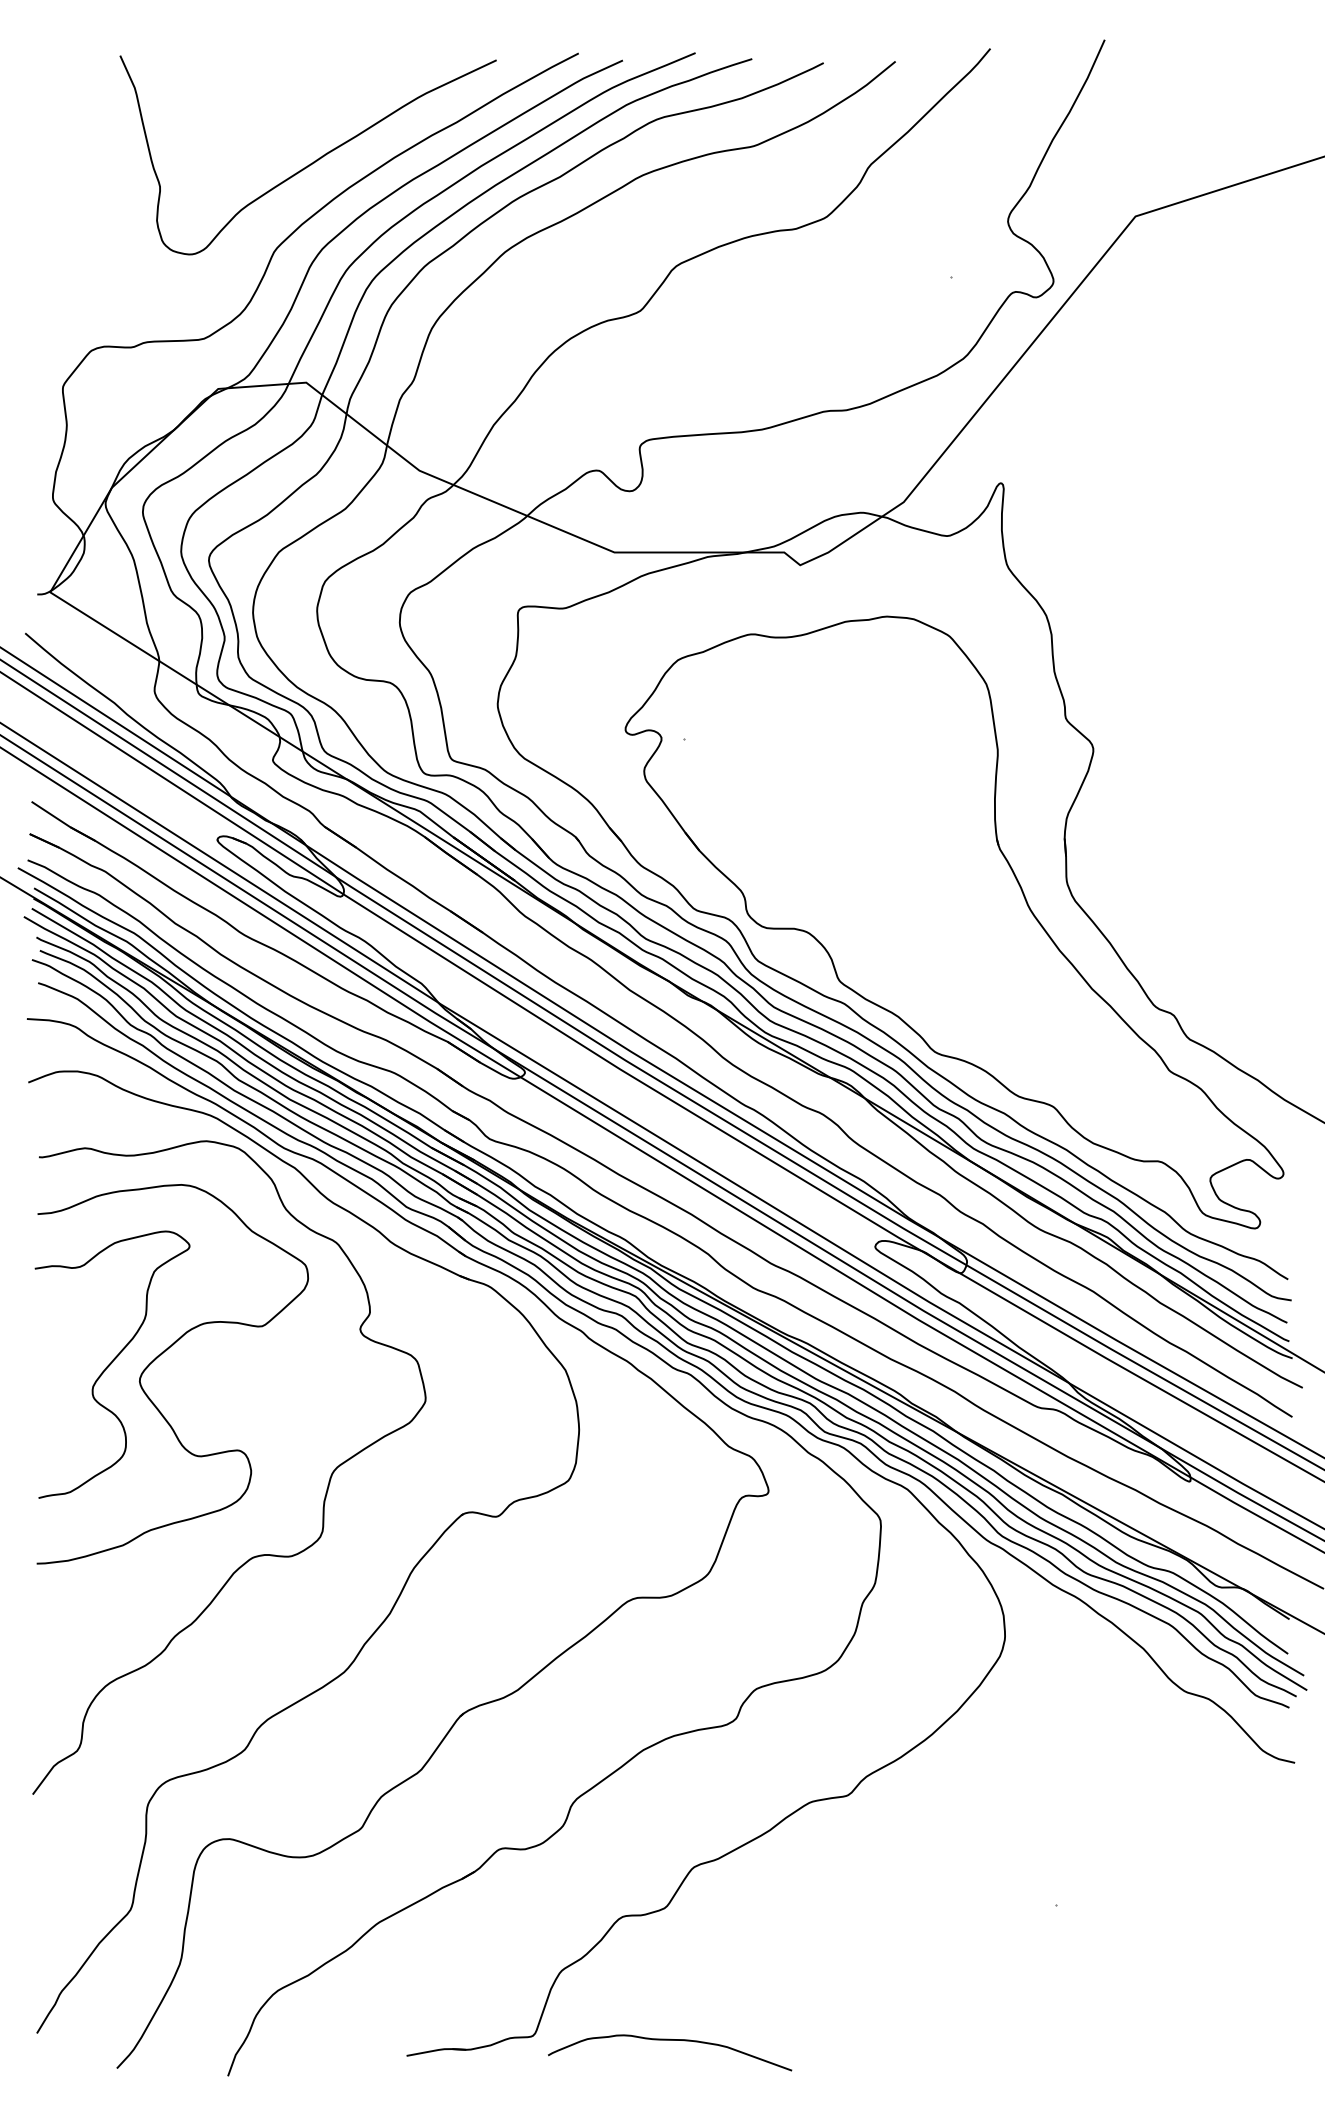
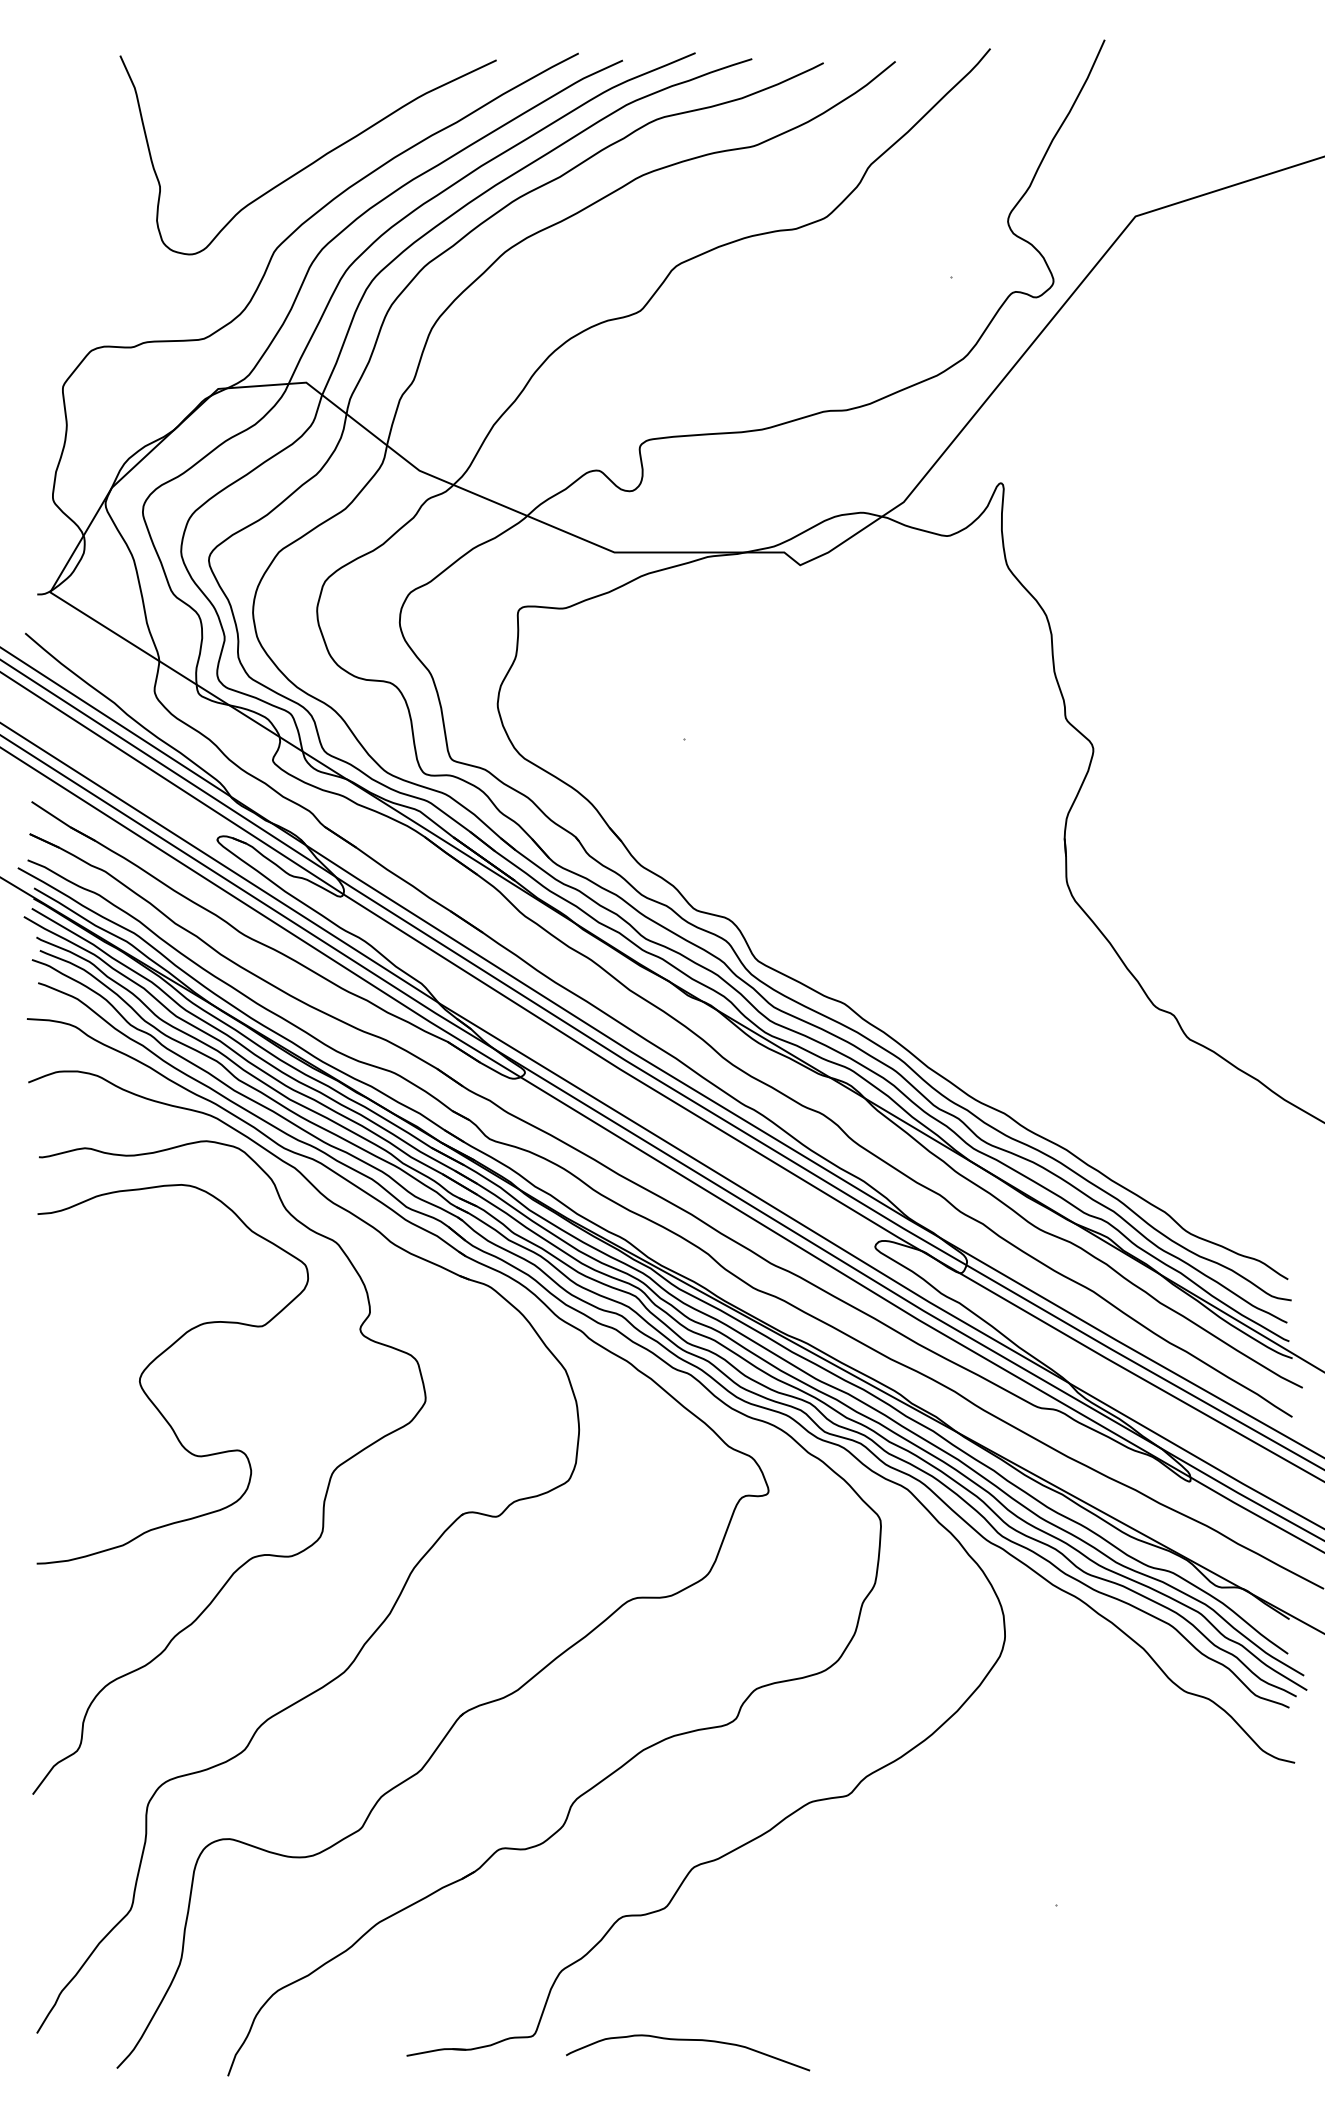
part at (954, 922): present -> none
curve at (112, 1363): present -> none
curve at (670, 2040) position: (670, 2040) -> (688, 2040)
